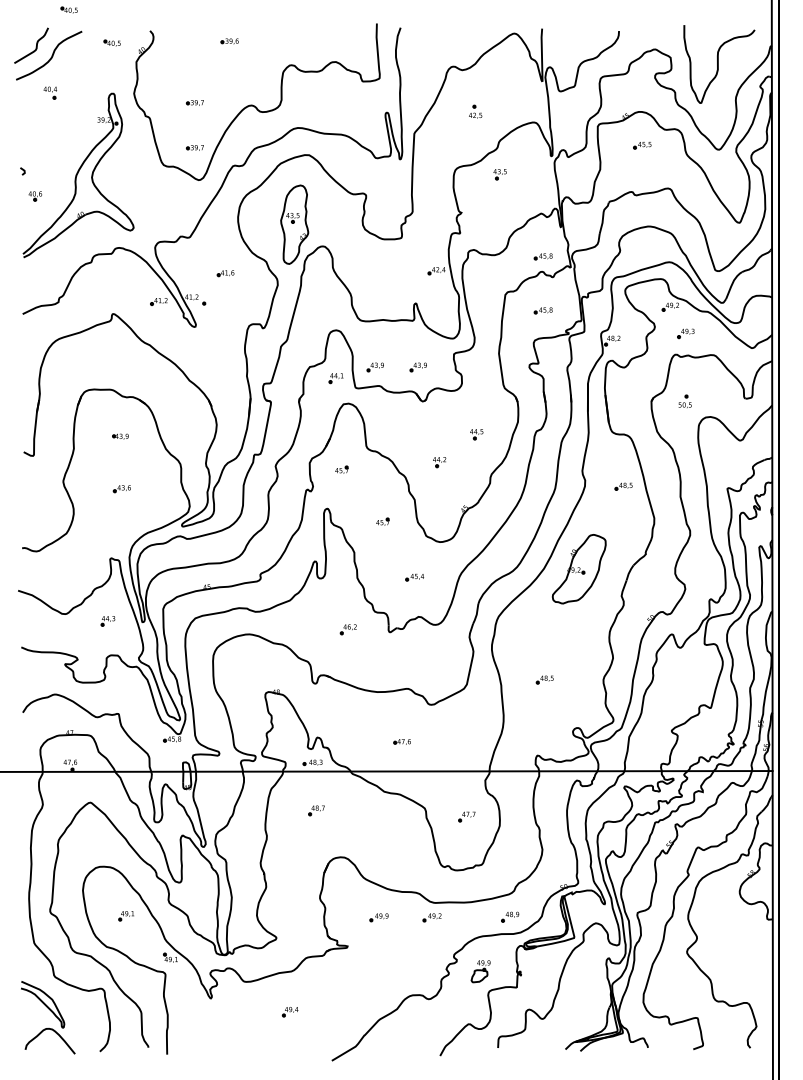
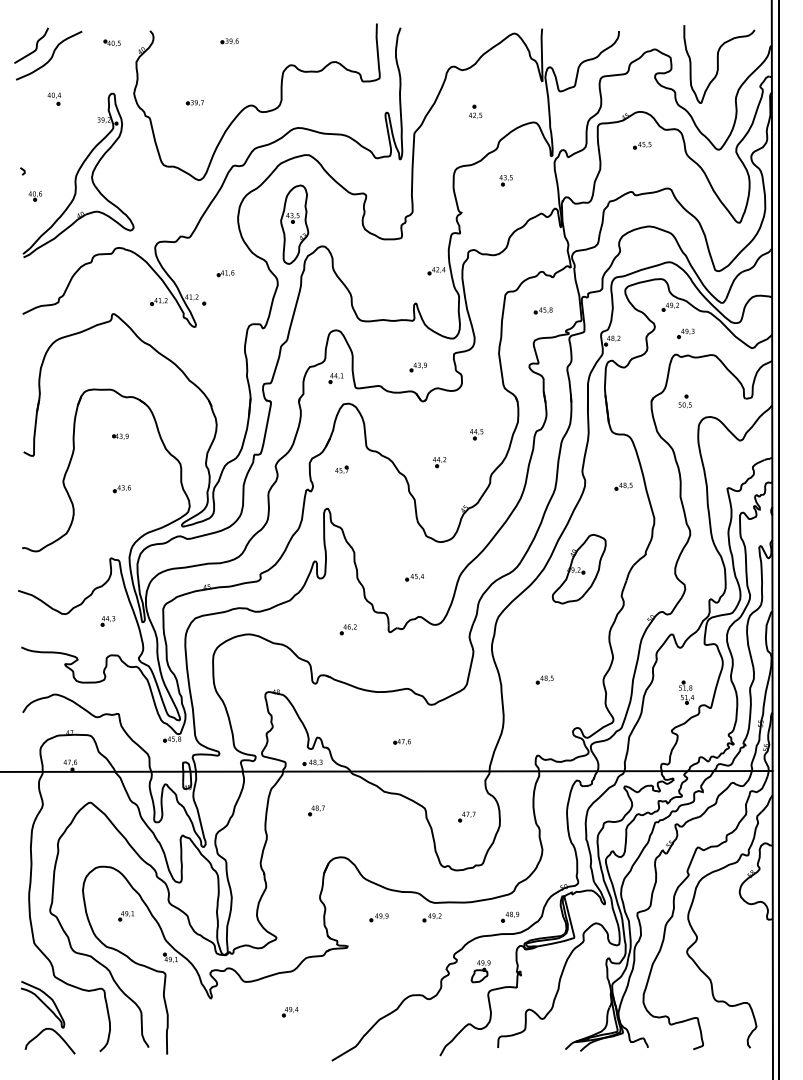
part at (68, 9): present -> none
part at (49, 92) position: (49, 92) -> (53, 98)
part at (194, 147): present -> none
part at (499, 174) position: (499, 174) -> (505, 180)
part at (542, 256): present -> none
part at (374, 367): present -> none
part at (382, 521): present -> none
part at (686, 692): none -> present
